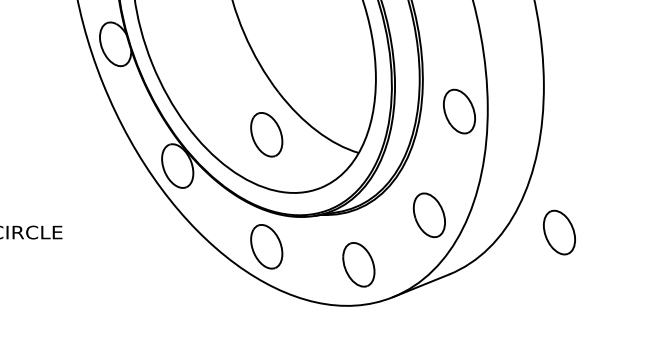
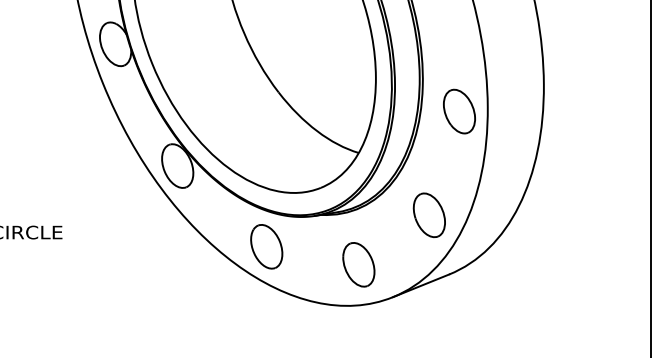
part at (266, 134): present -> none
line at (650, 178): none -> present
part at (559, 232): present -> none
